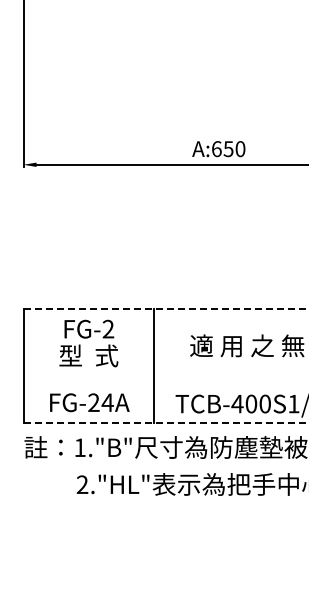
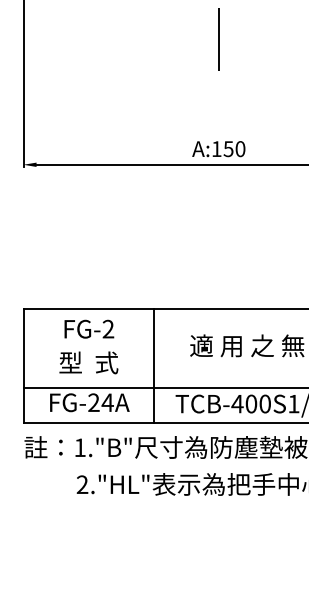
line at (219, 36): none -> present
text at (216, 149): A:650 -> A:150
line at (166, 309): dashed -> solid
text at (88, 355) position: (88, 355) -> (88, 362)
line at (164, 387): none -> present
line at (166, 422): dashed -> solid
